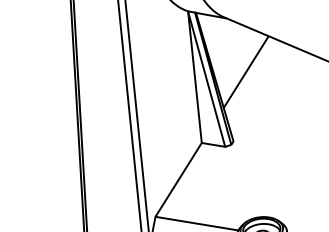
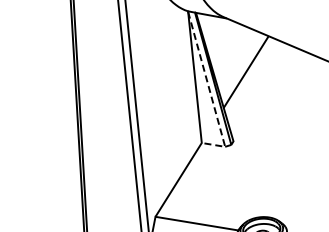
line at (210, 91): solid -> dashed
